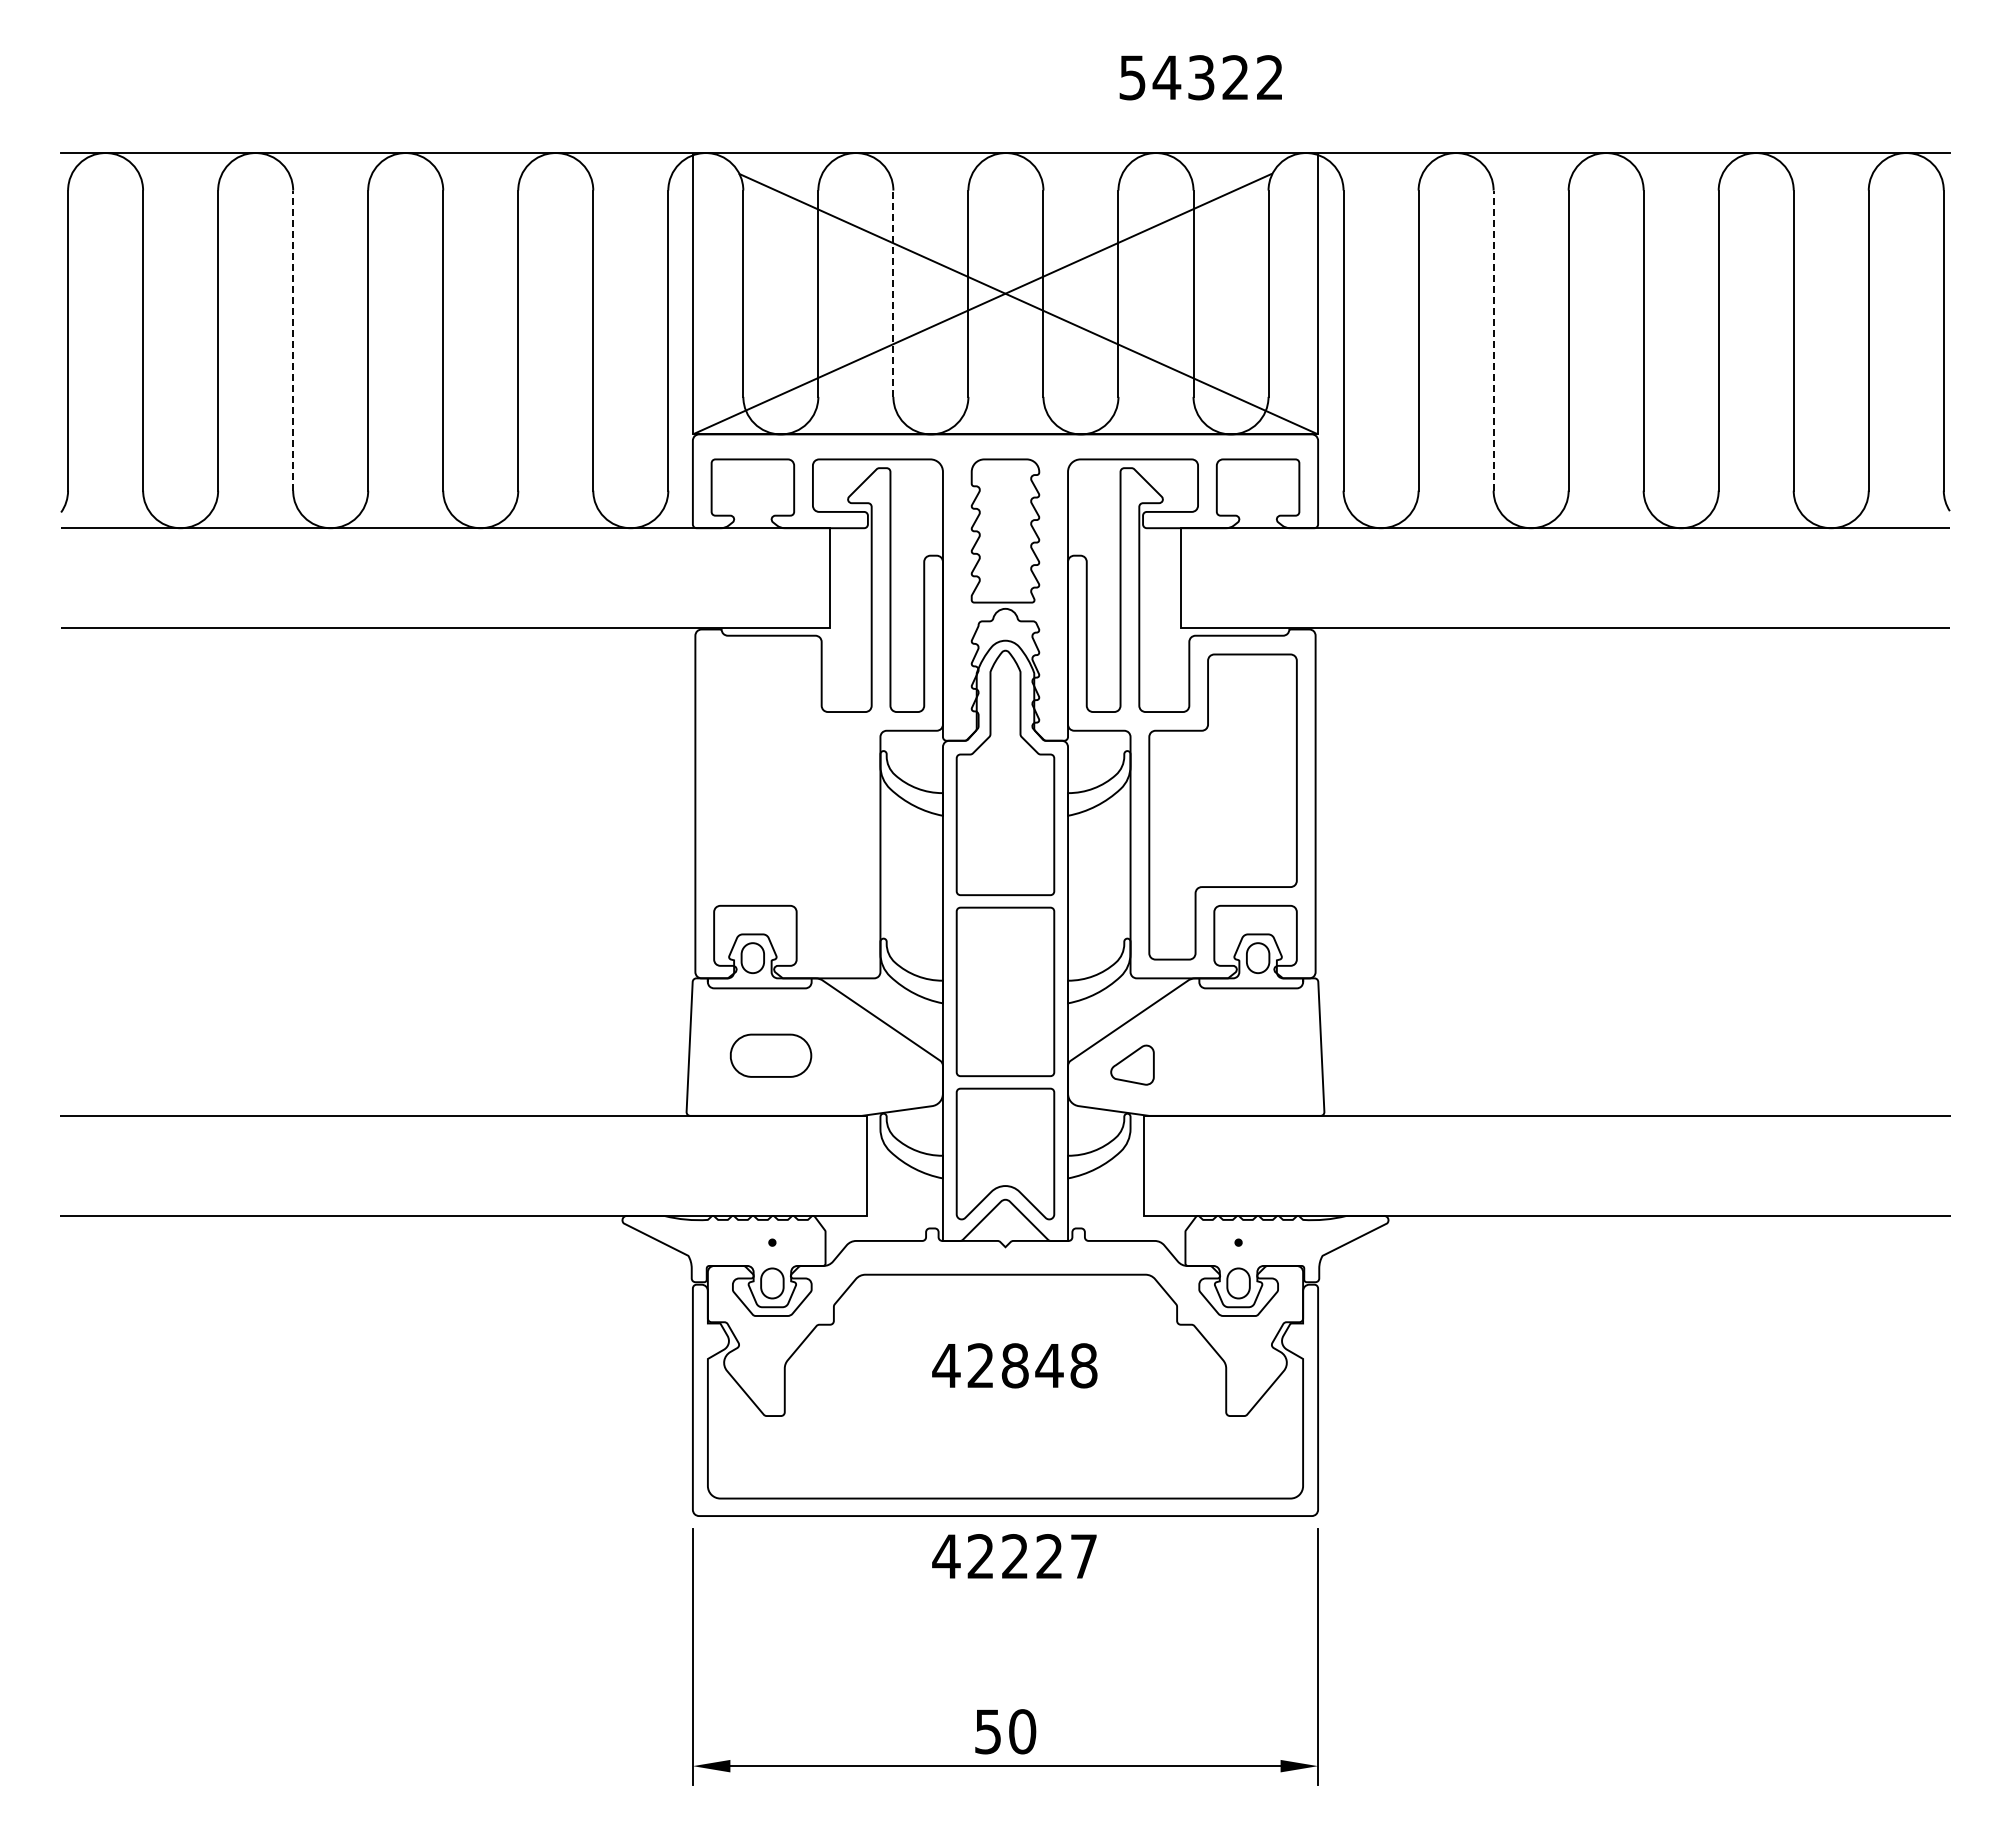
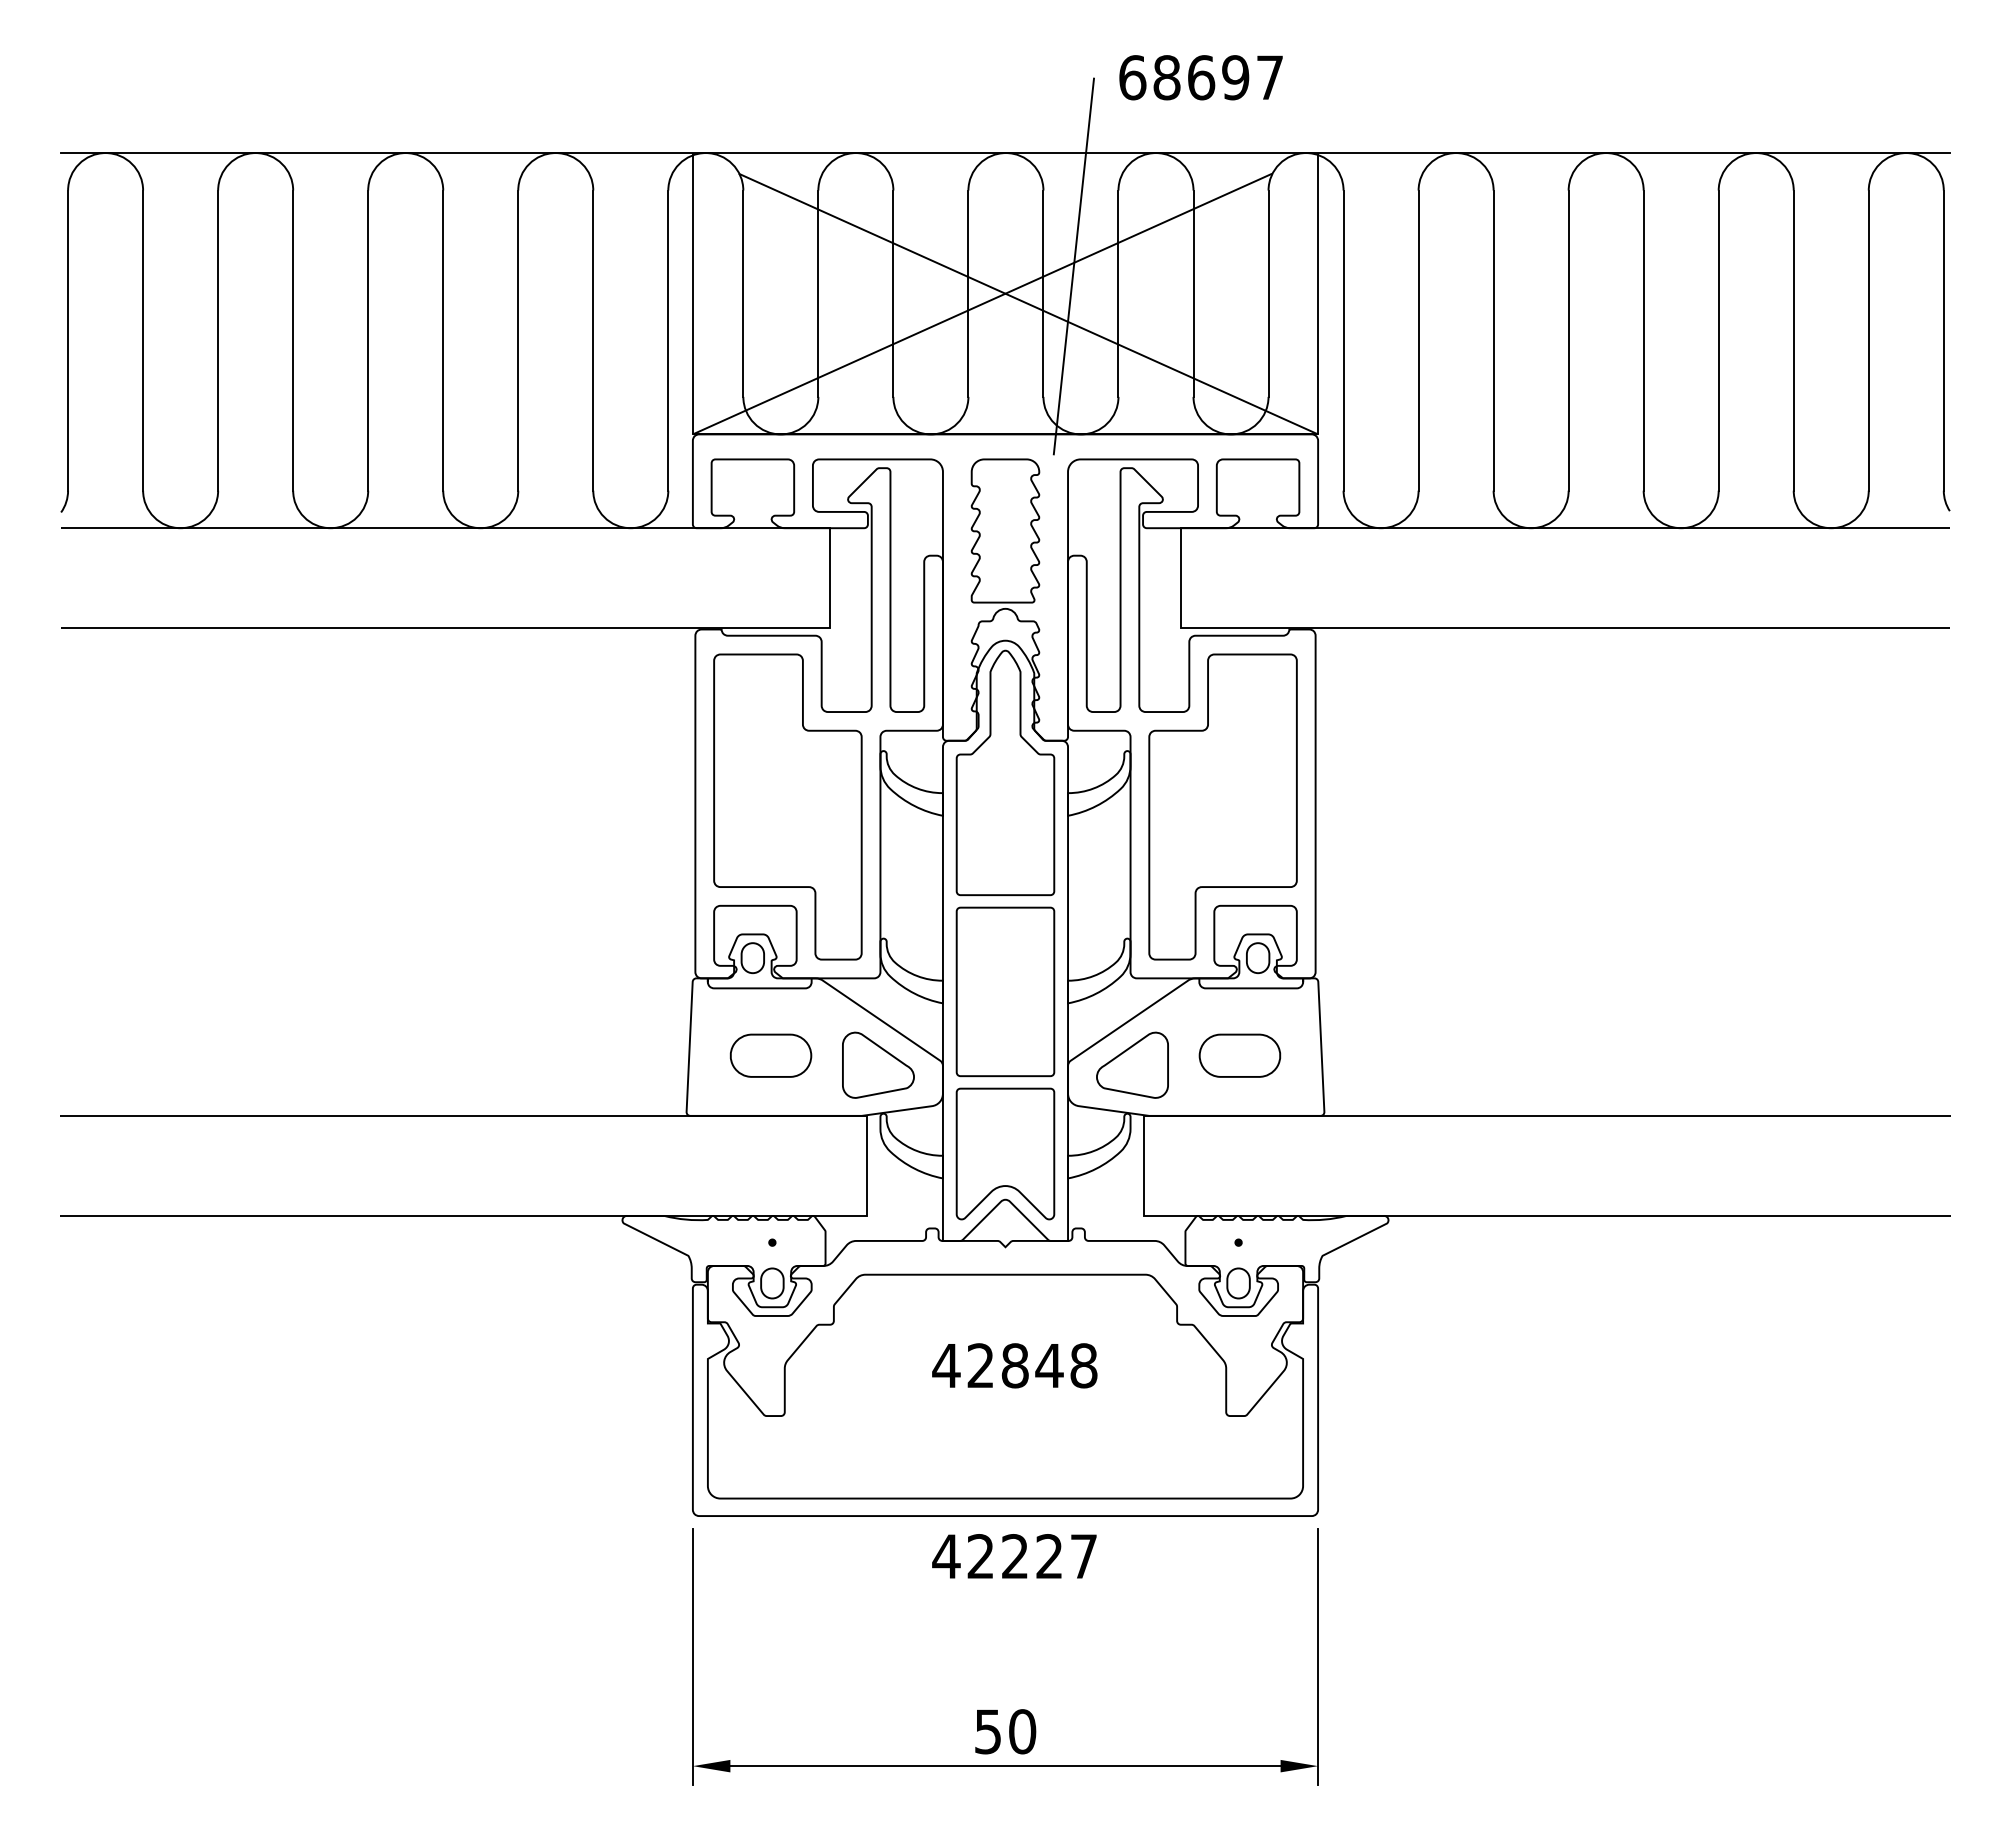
text at (1200, 77): 54322 -> 68697
line at (1073, 266): none -> present
line at (893, 293): dashed -> solid
line at (293, 340): dashed -> solid
line at (1493, 340): dashed -> solid
part at (787, 806): none -> present
part at (1239, 1055): none -> present
part at (878, 1064): none -> present
part at (1132, 1064) size: 45x42 px -> 73x68 px
